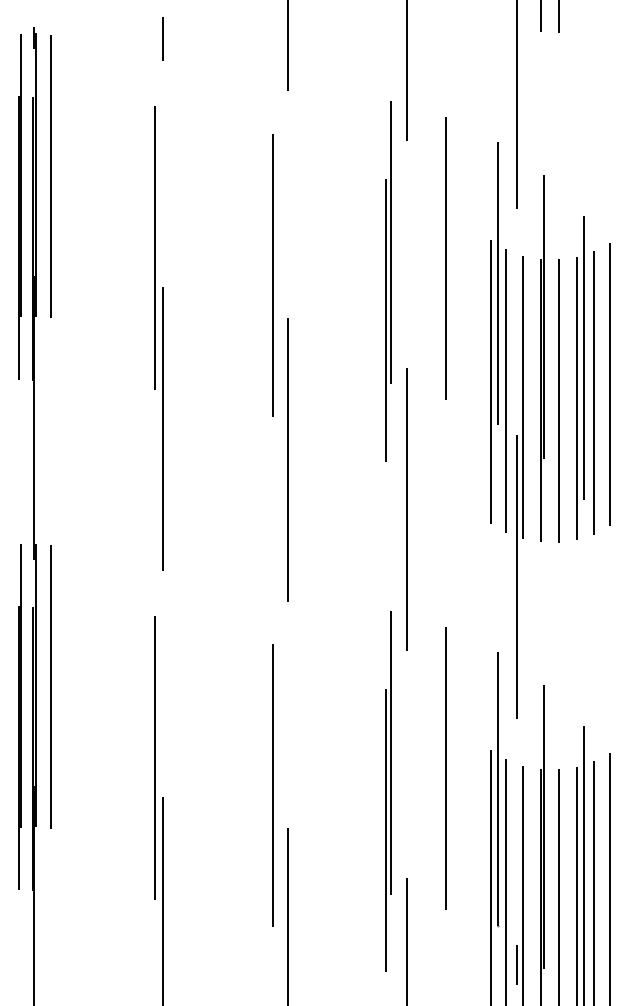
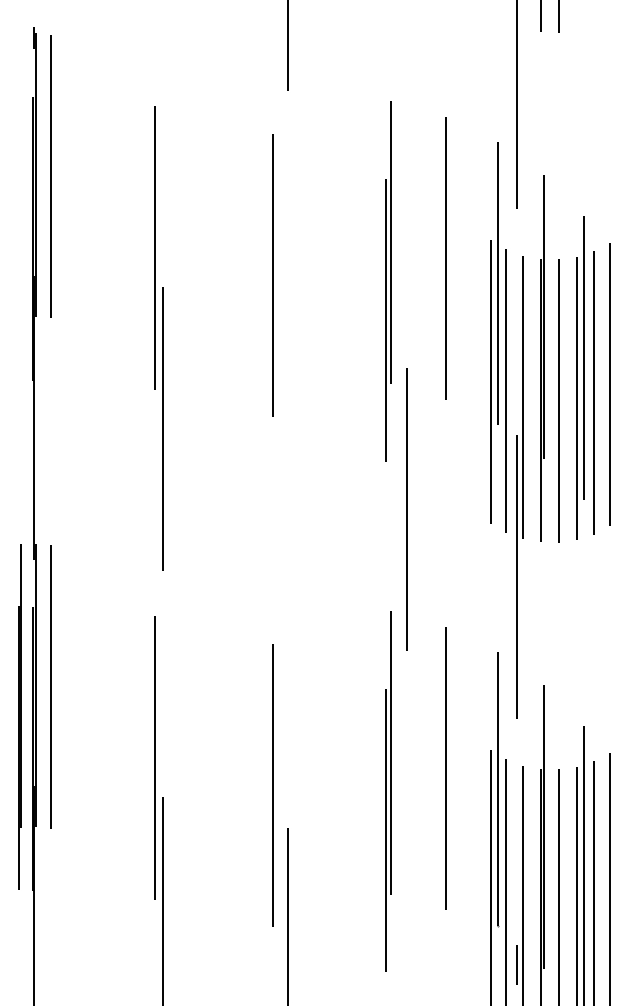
line at (162, 38): present -> none
line at (406, 71): present -> none
line at (19, 206): present -> none
line at (287, 459): present -> none
line at (406, 939): present -> none
